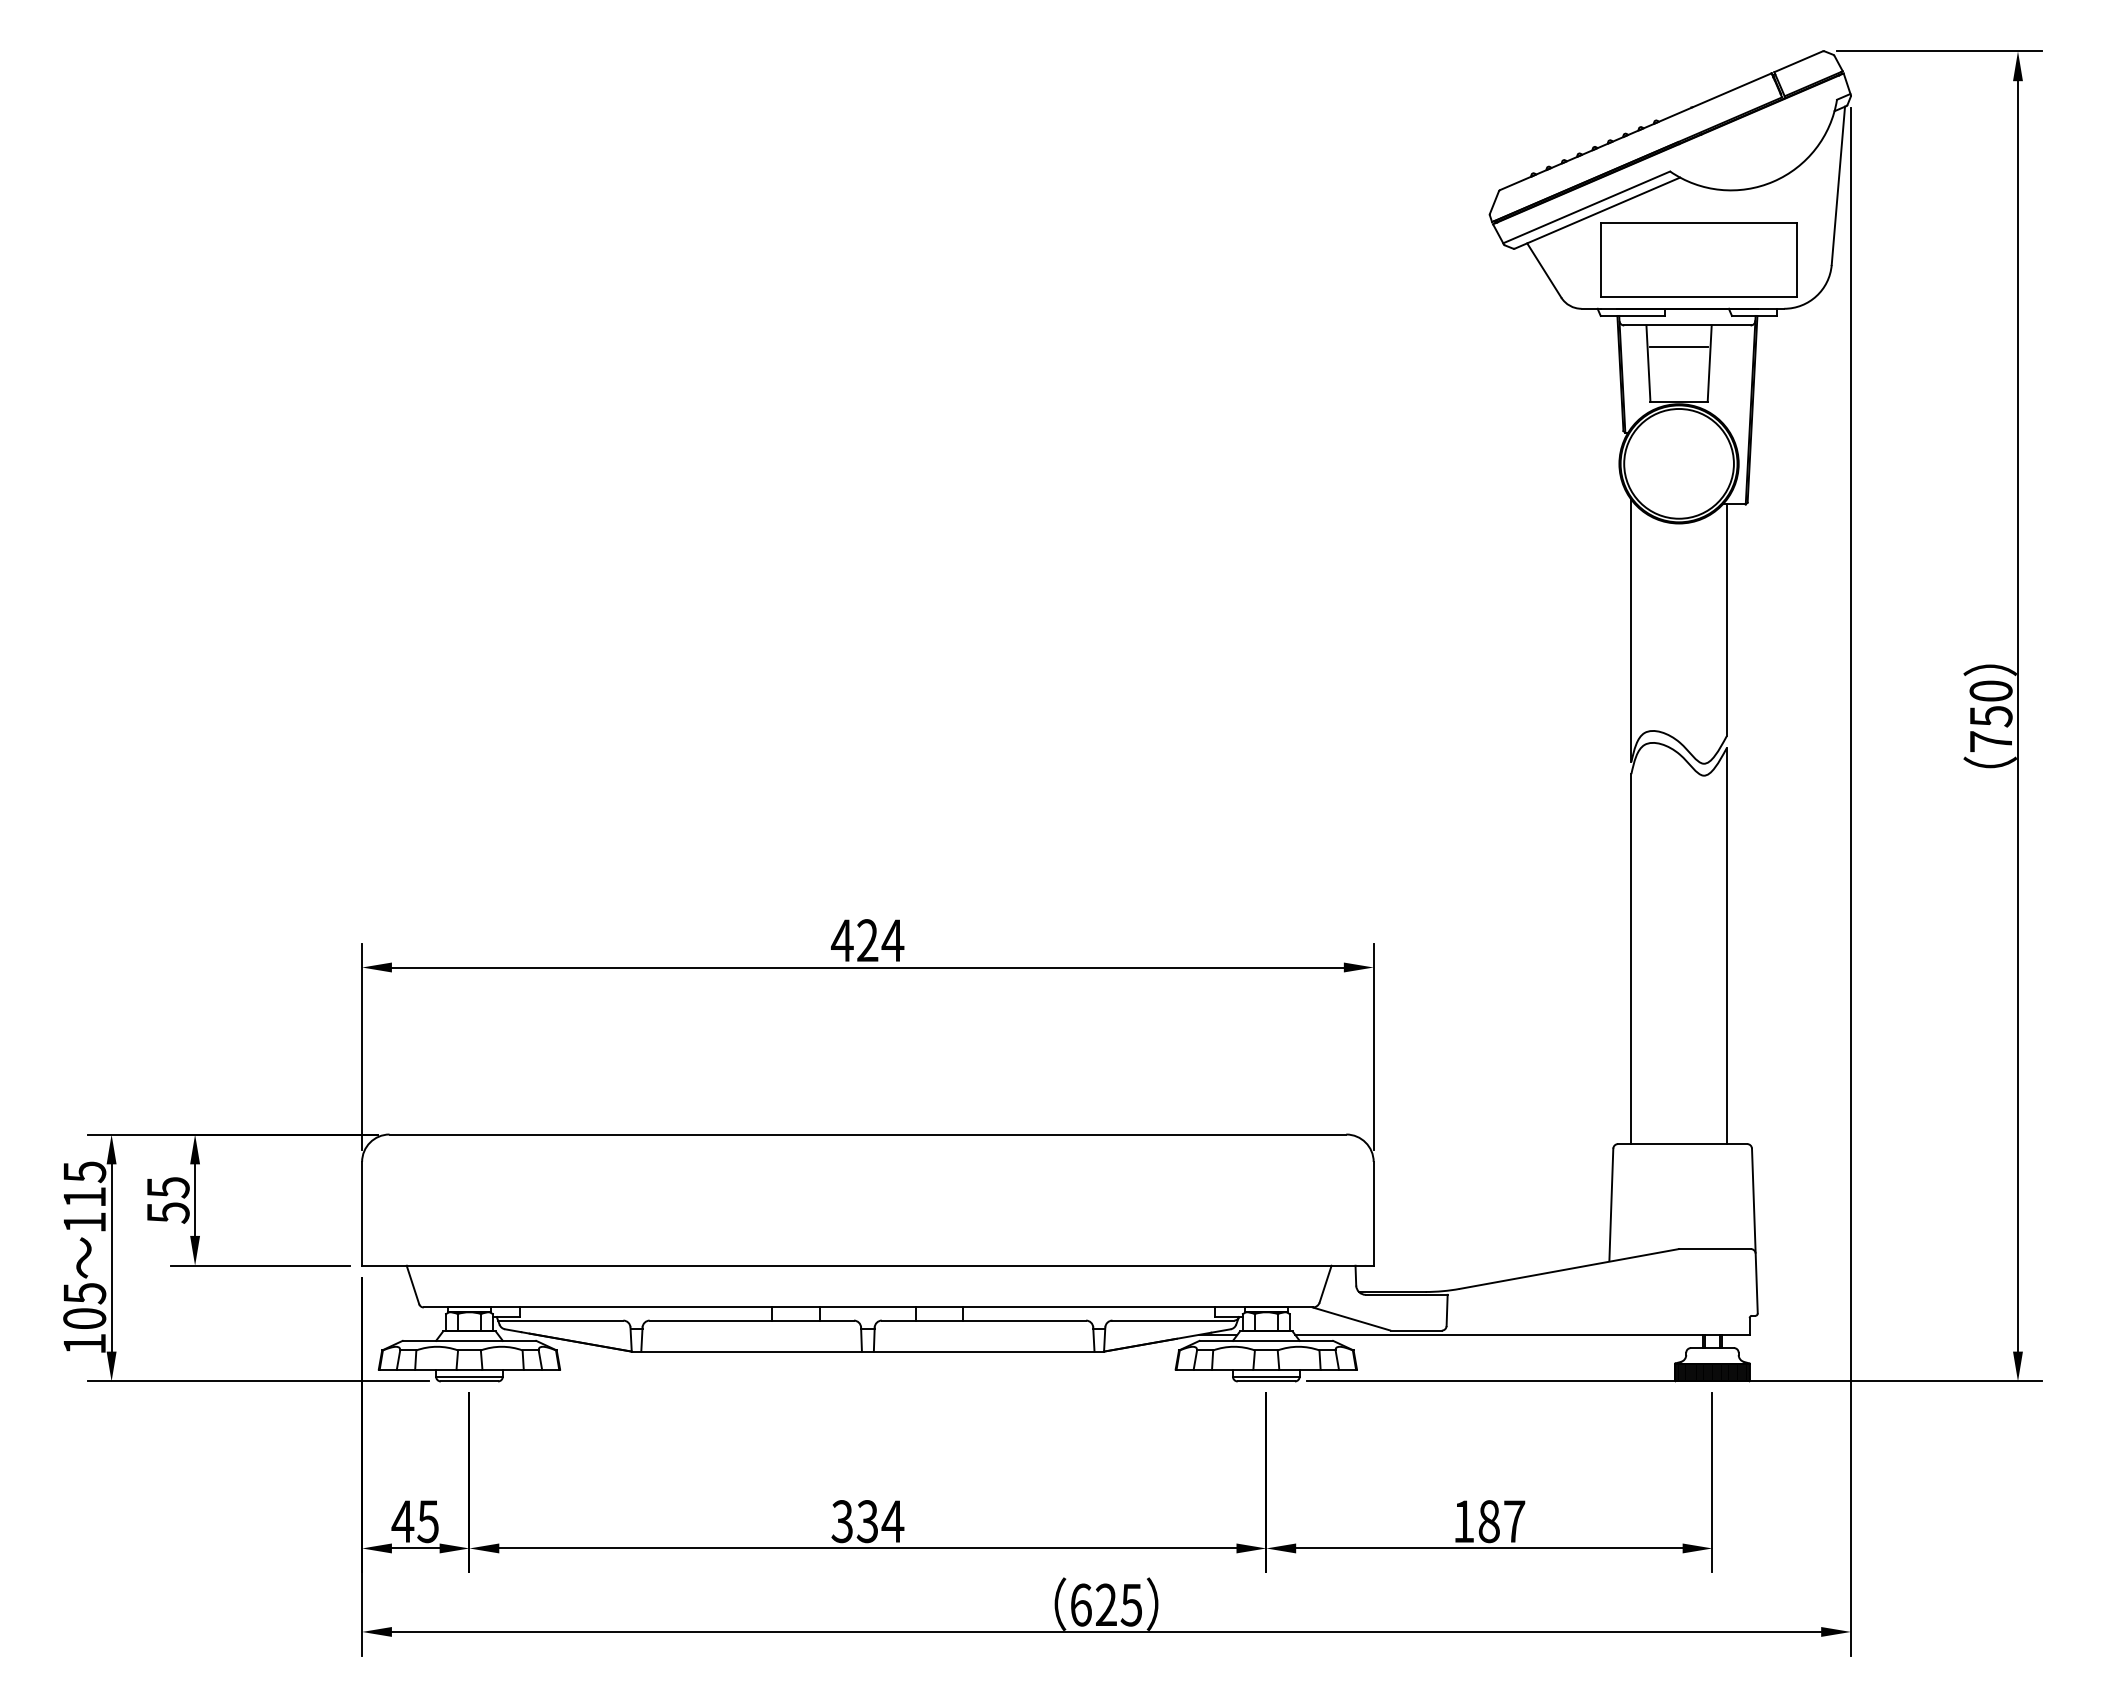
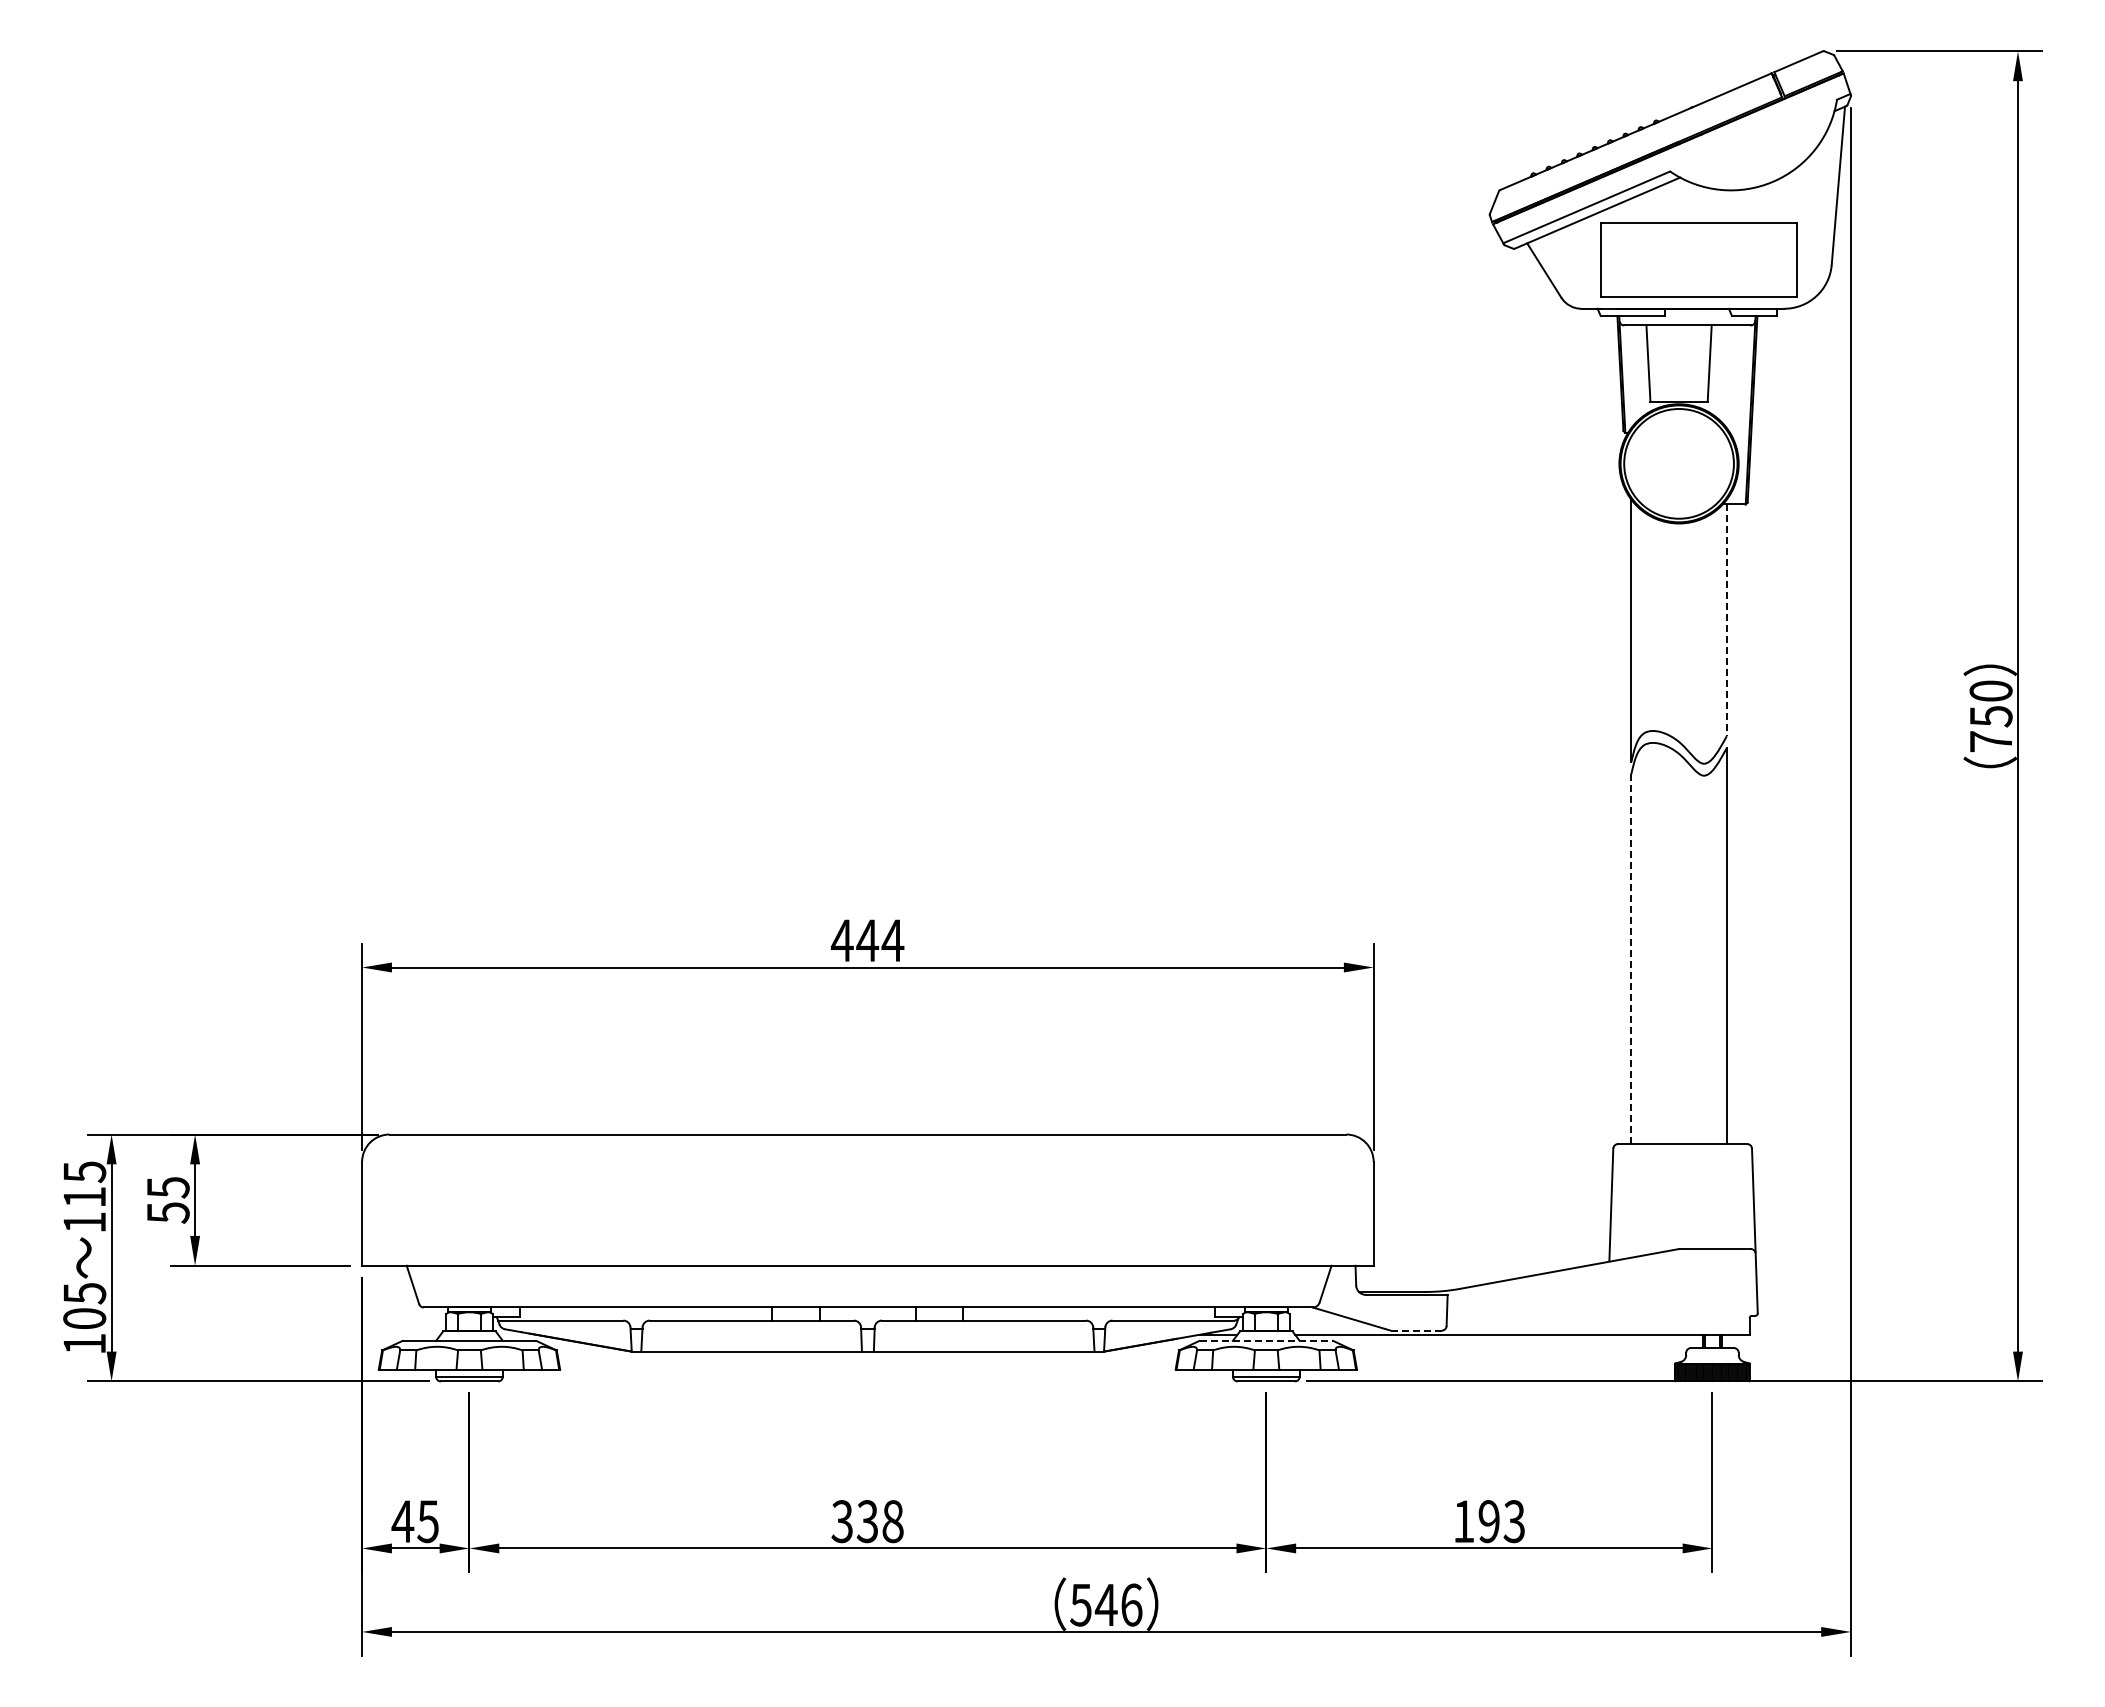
line at (1678, 346): present -> none
line at (1726, 620): solid -> dashed
text at (867, 940): 424 -> 444
line at (1631, 959): solid -> dashed
line at (1417, 1330): solid -> dashed
line at (1266, 1340): solid -> dashed
text at (892, 1521): 334 -> 338
text at (1501, 1521): 187 -> 193
text at (1106, 1604): 625 -> 546
